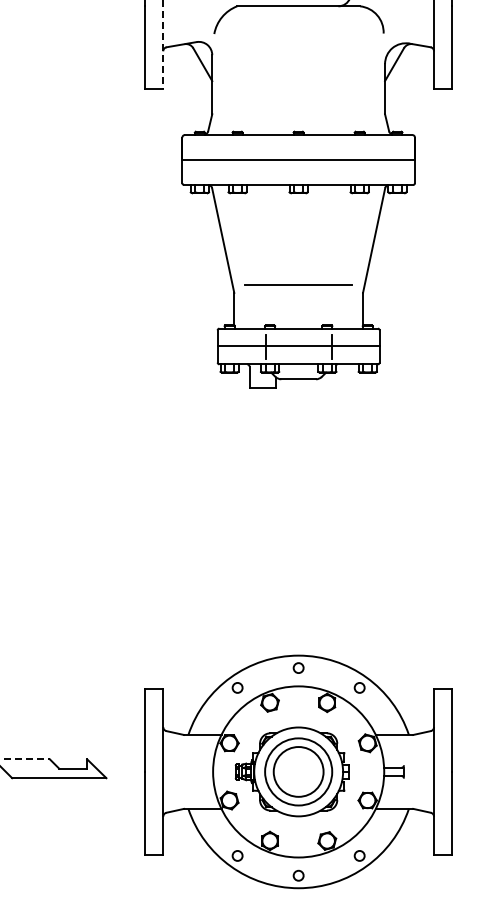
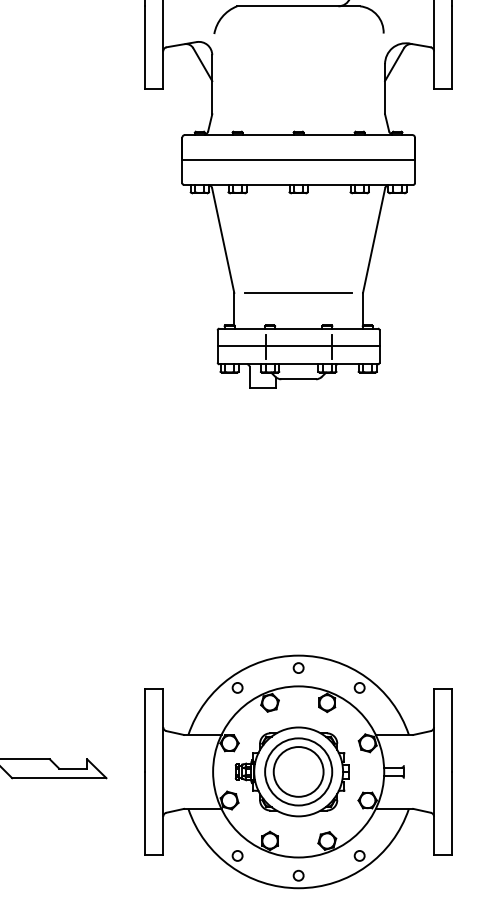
line at (163, 45): dashed -> solid
line at (298, 284) position: (298, 284) -> (298, 292)
line at (25, 759): dashed -> solid
